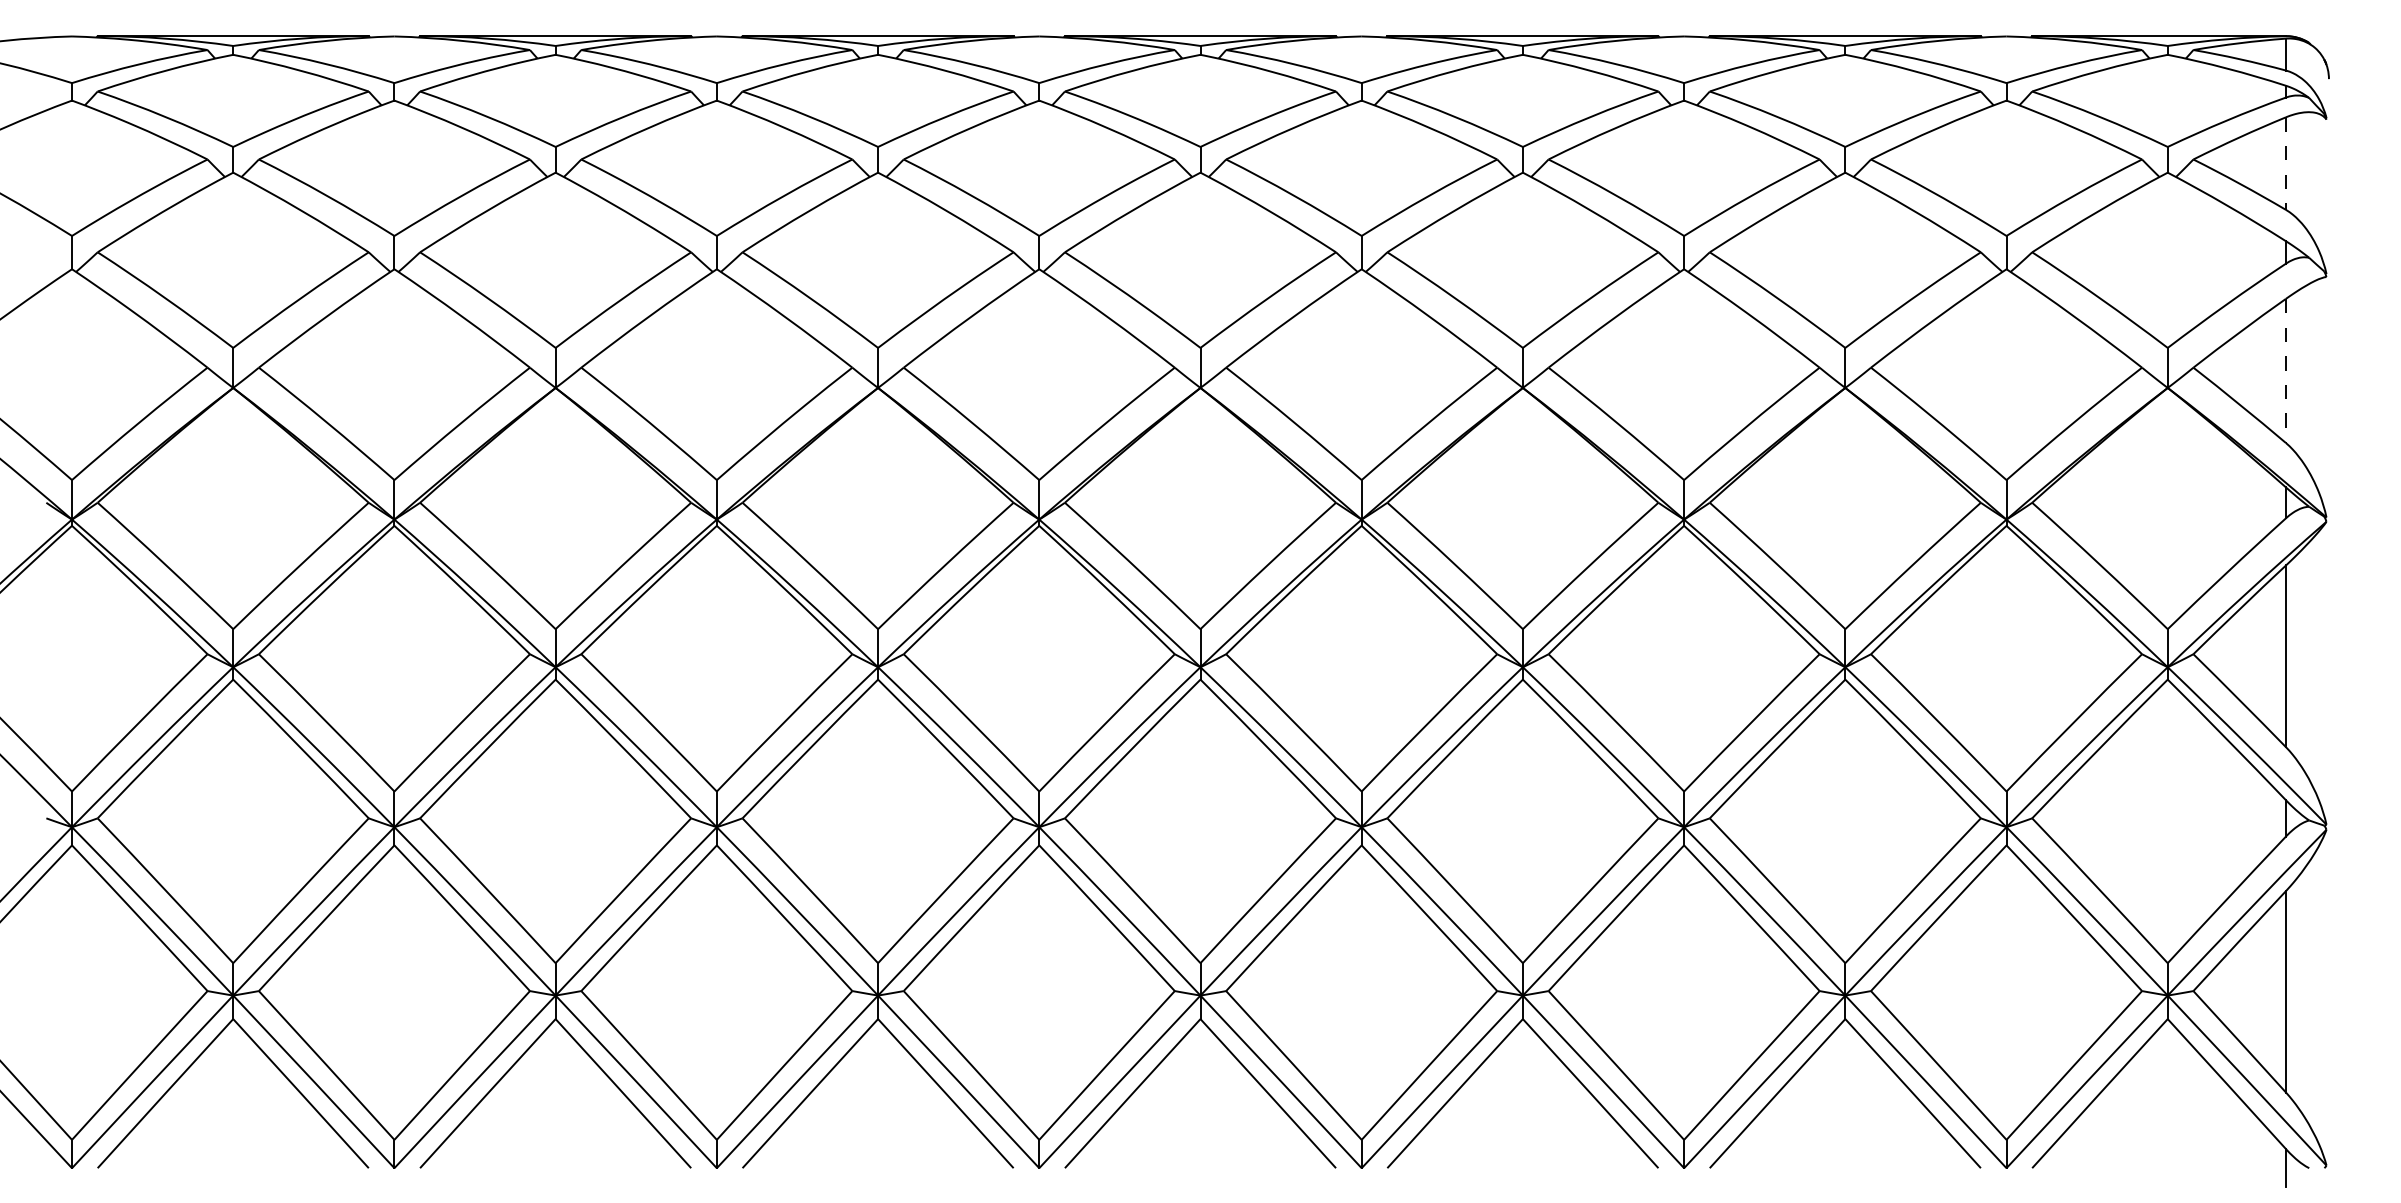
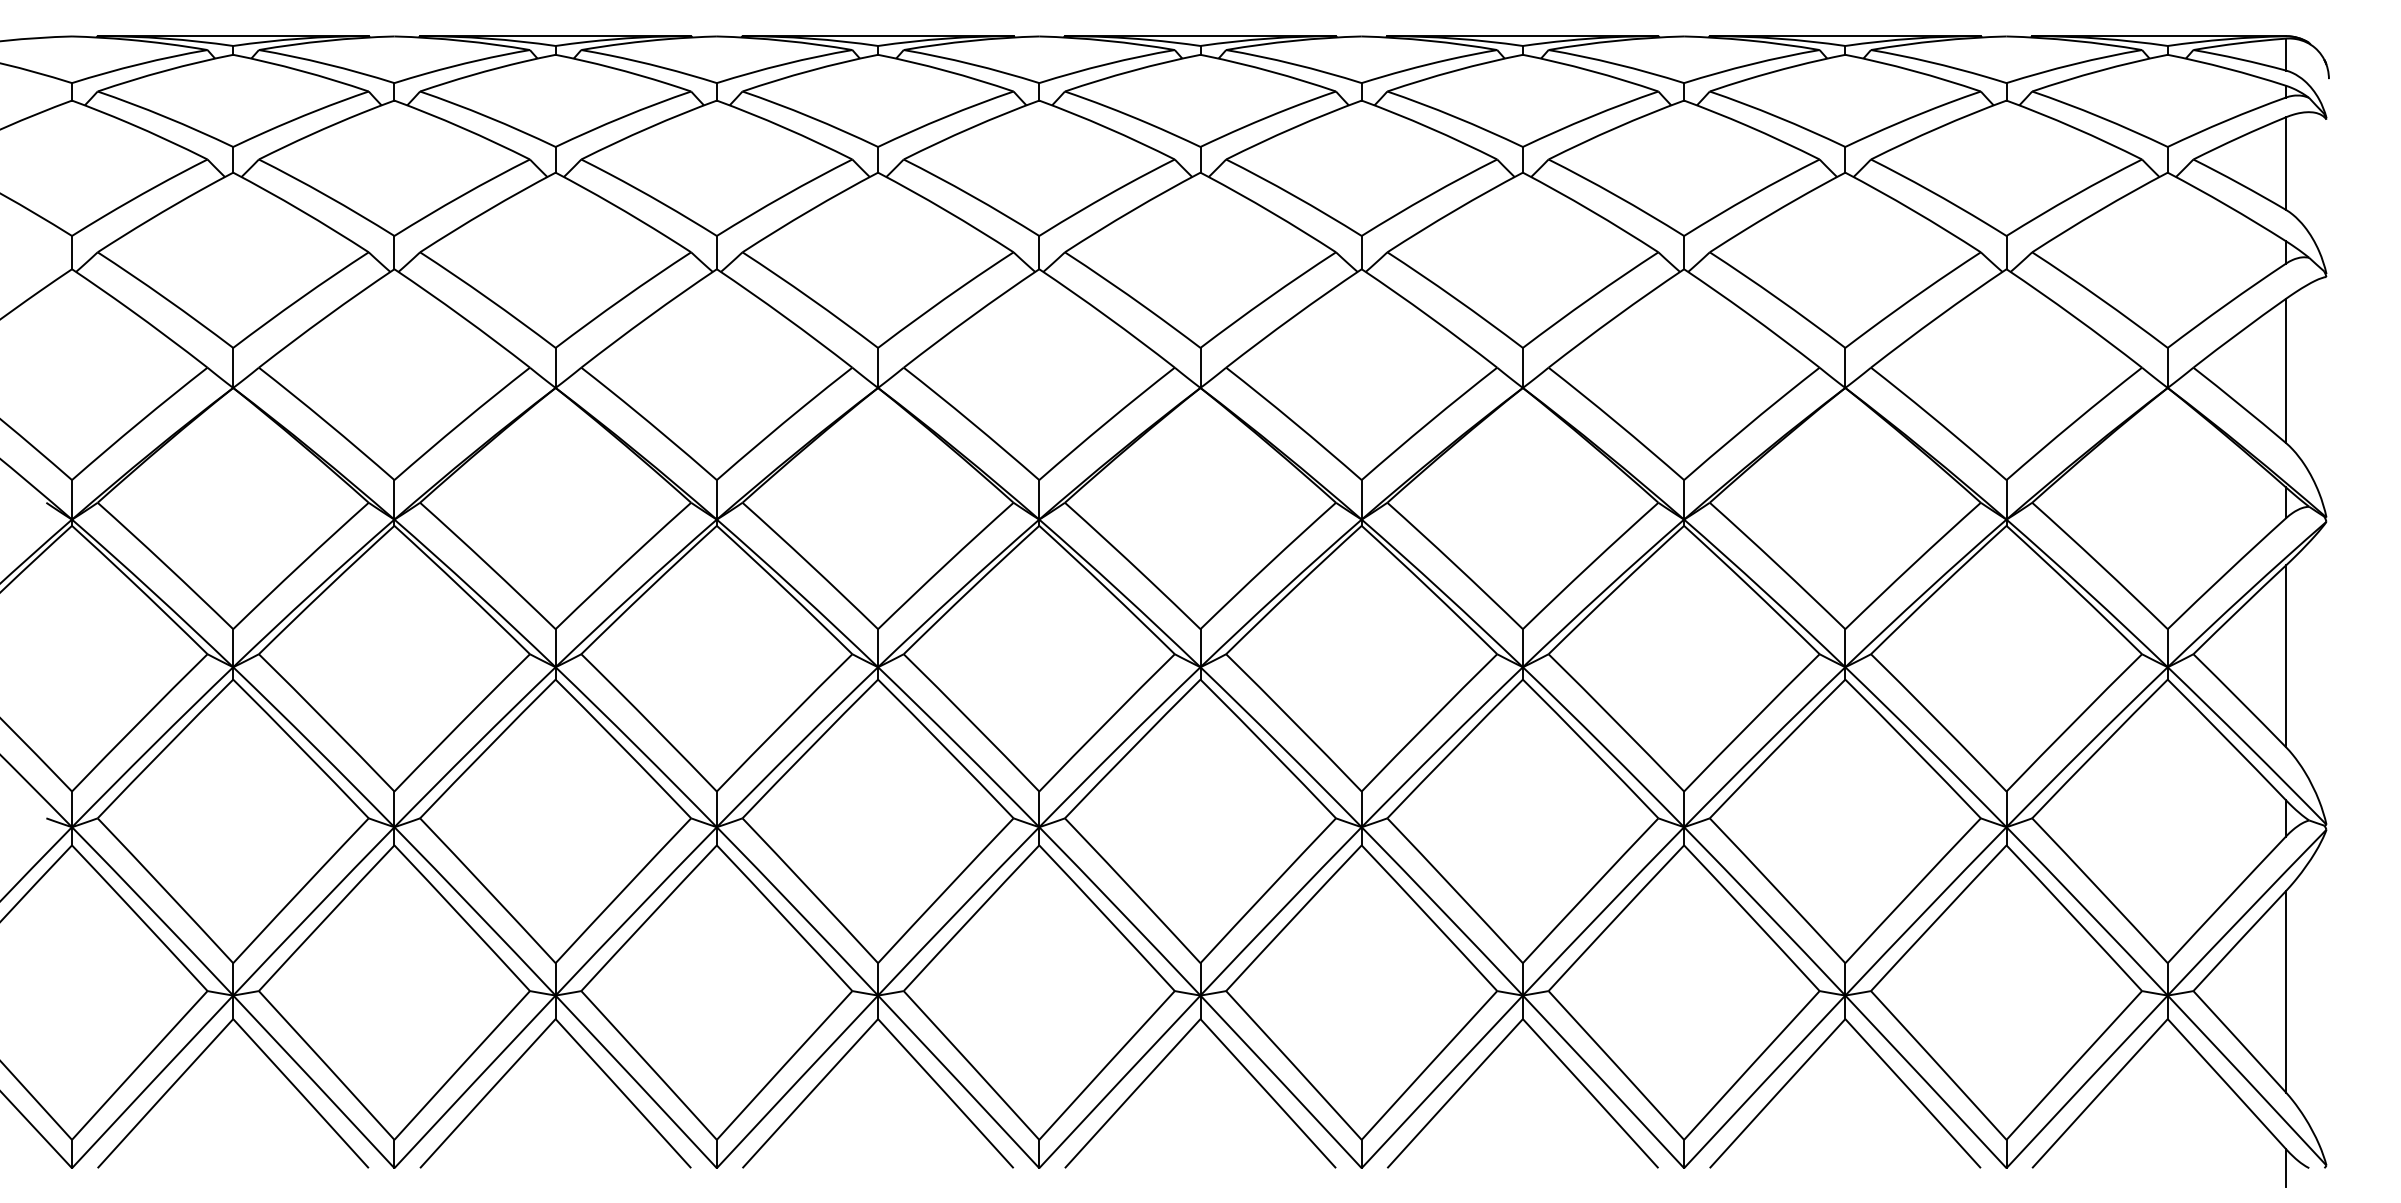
line at (2285, 164): dashed -> solid
line at (2285, 371): dashed -> solid
